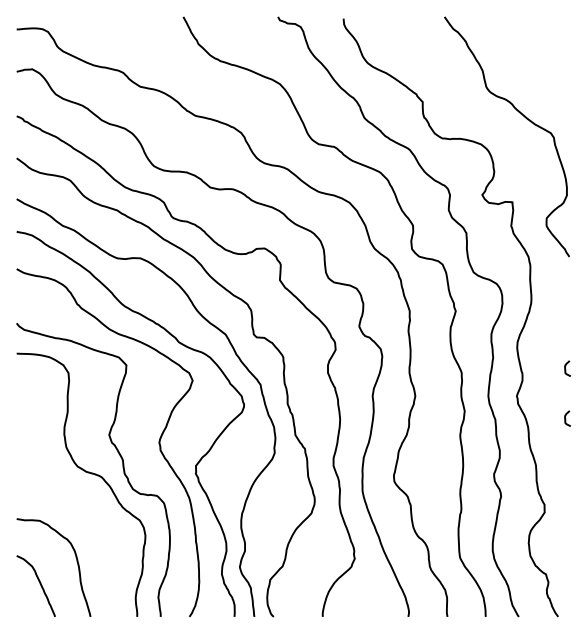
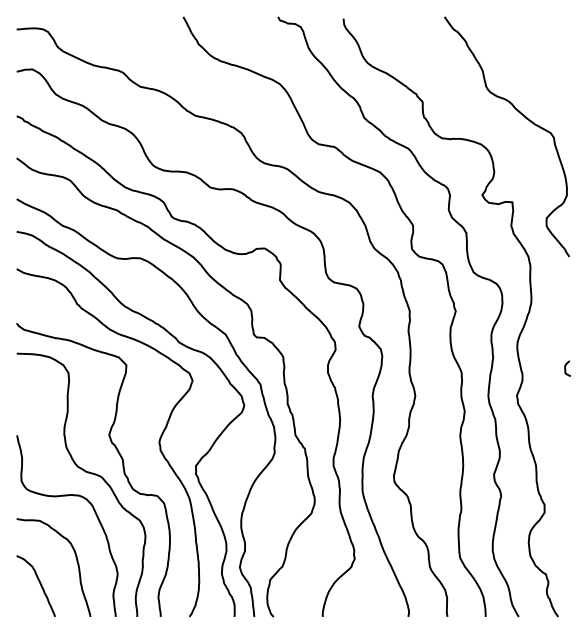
curve at (566, 419): present -> none
curve at (67, 496): none -> present
